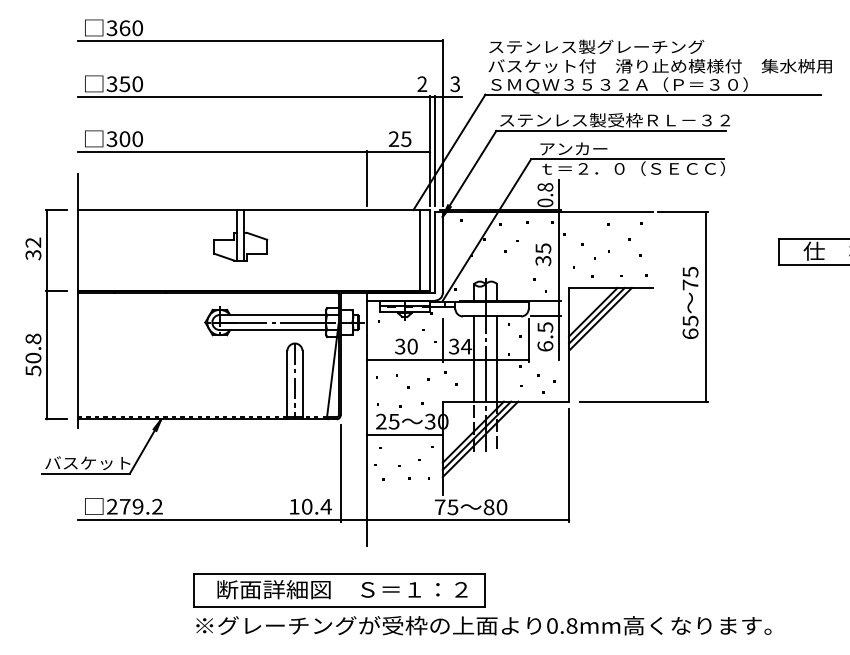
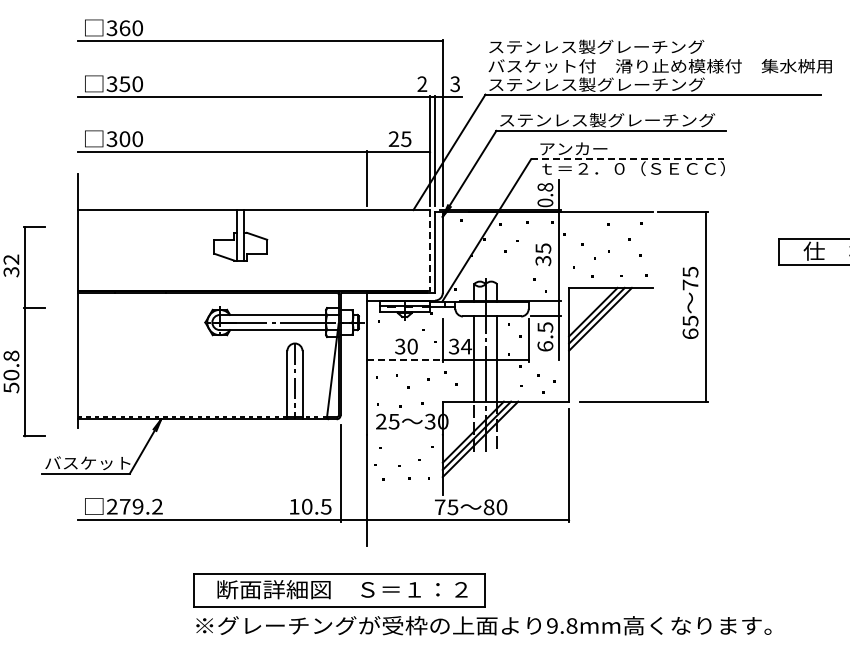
text at (618, 85): ＳＭＱＷ３５３２Ａ（Ｐ＝３０） -> ステンレス製グレーチング
text at (669, 120): ステンレス製受枠ＲＬ－３２ -> ステンレス製グレーチング
line at (627, 159): solid -> dashed
line at (420, 250): present -> none
line at (430, 251): solid -> dashed
part at (46, 314) position: (46, 314) -> (24, 331)
line at (404, 360): solid -> dashed
line at (404, 434): present -> none
text at (325, 506): 10.4 -> 10.5
text at (552, 625): 0.8mm -> 9.8mm
